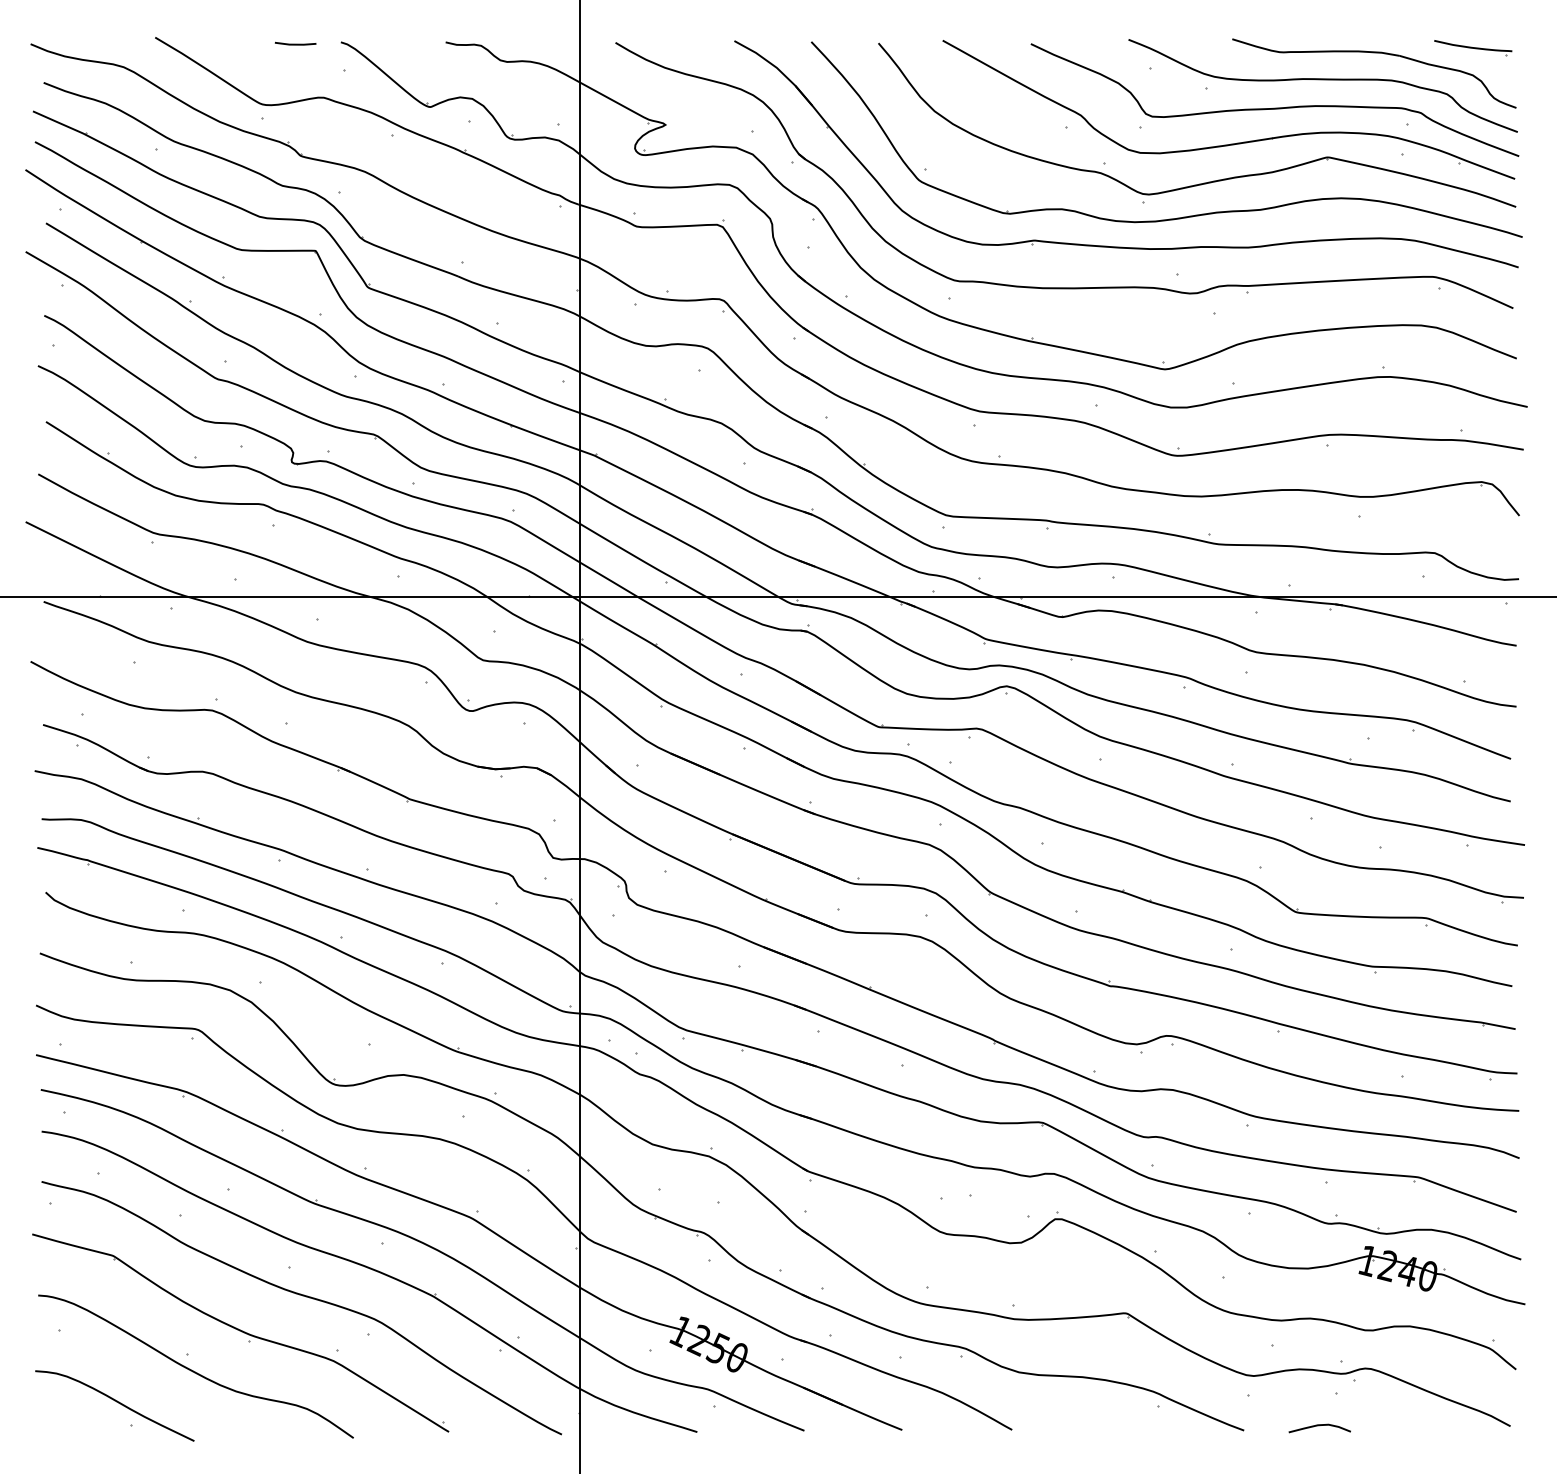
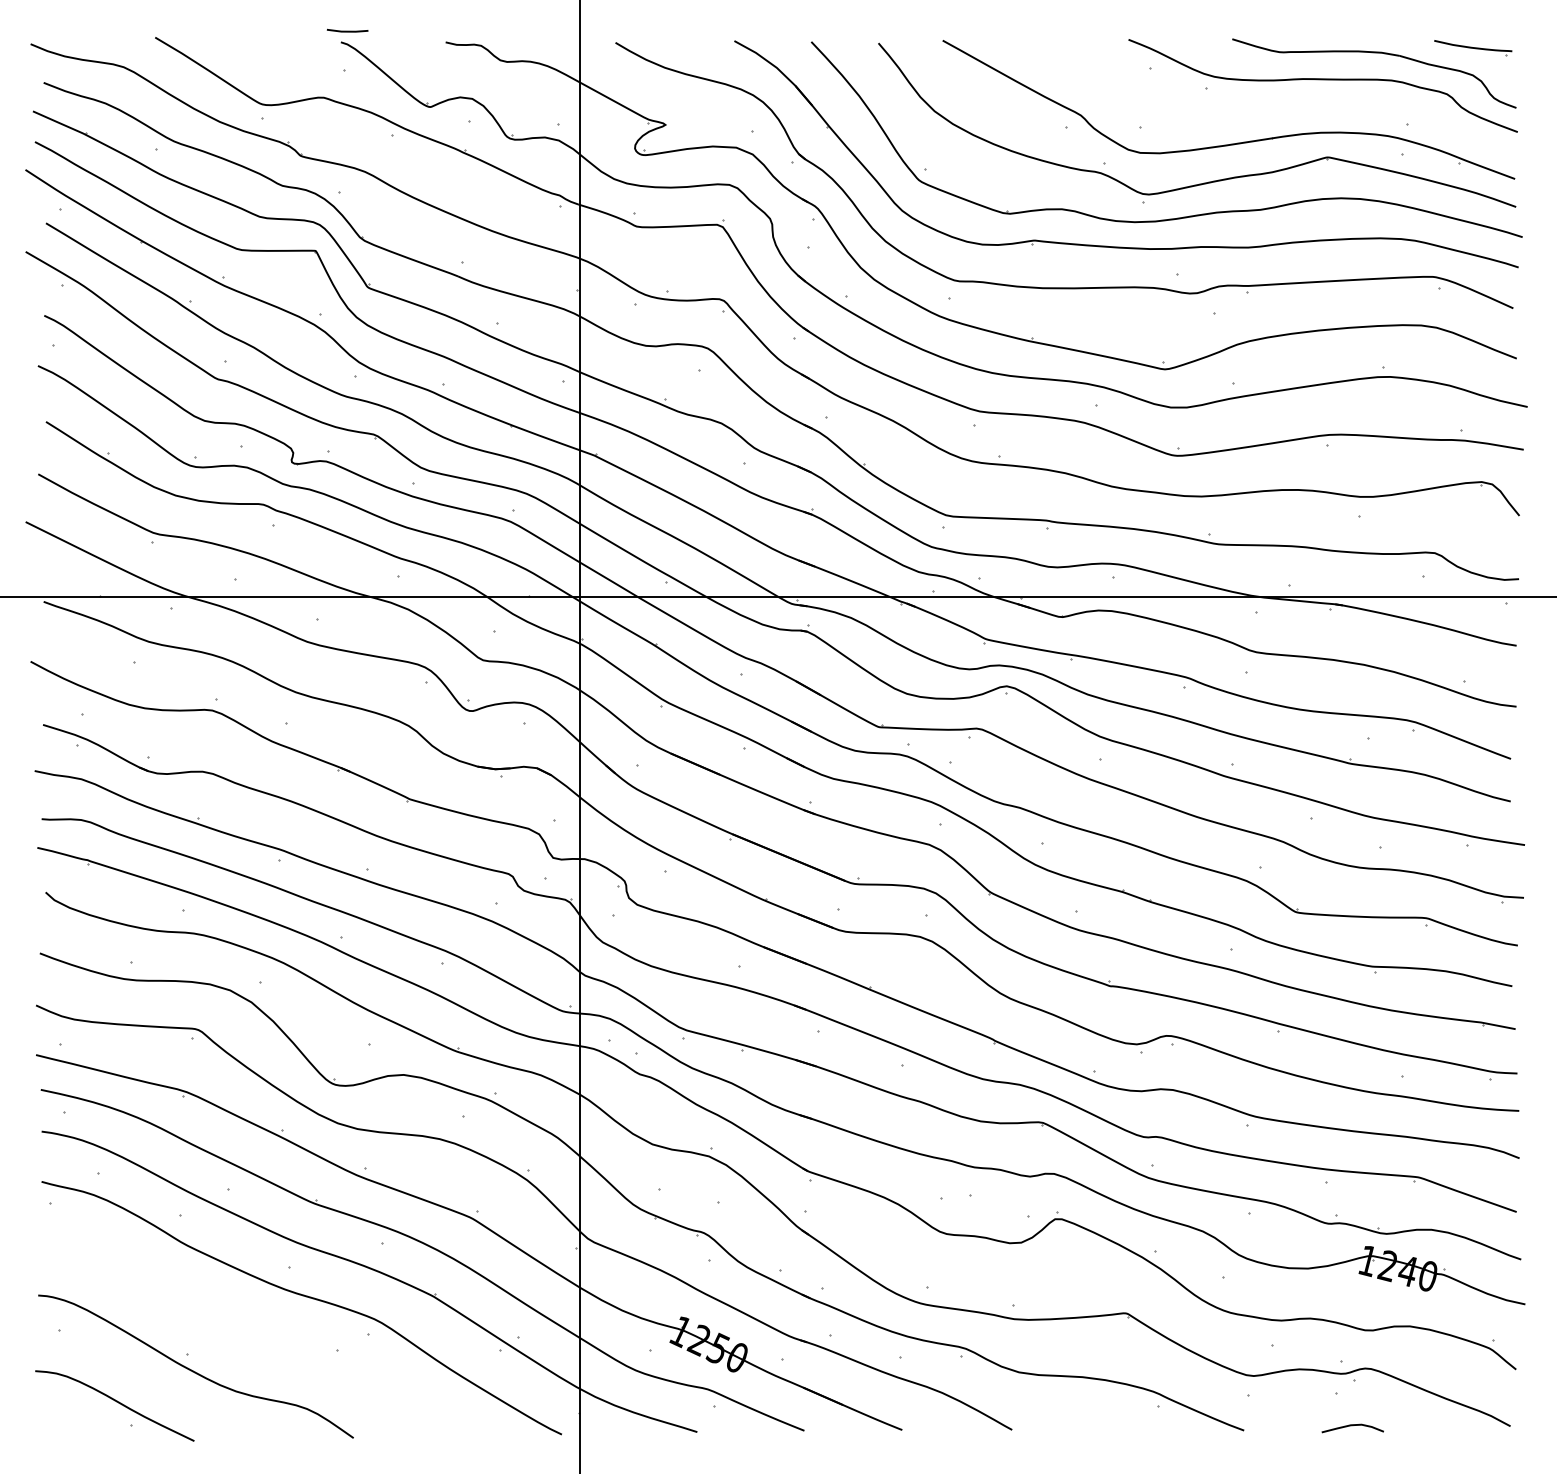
line at (295, 43) position: (295, 43) -> (347, 30)
curve at (1274, 107): present -> none
part at (240, 1332): present -> none
curve at (1319, 1426) position: (1319, 1426) -> (1352, 1426)
